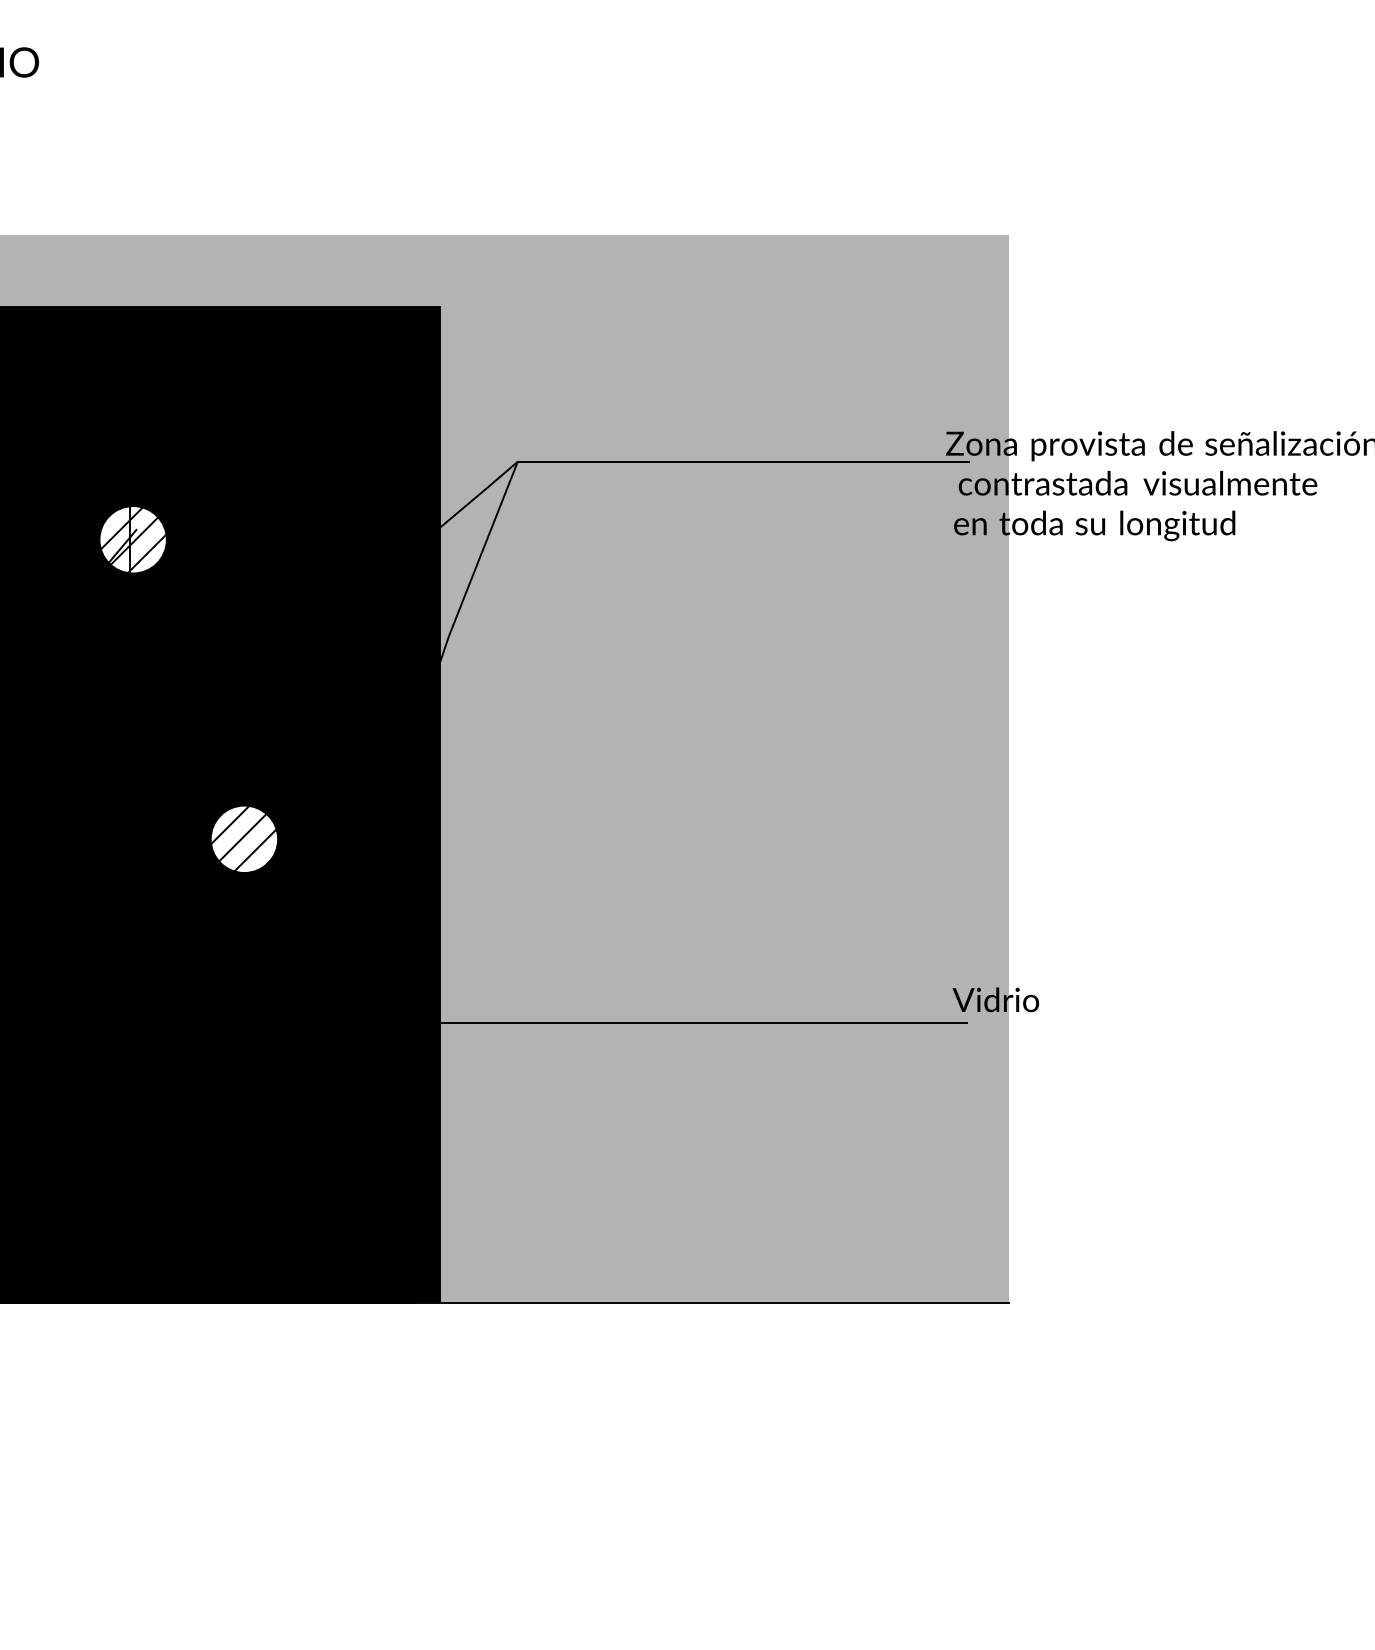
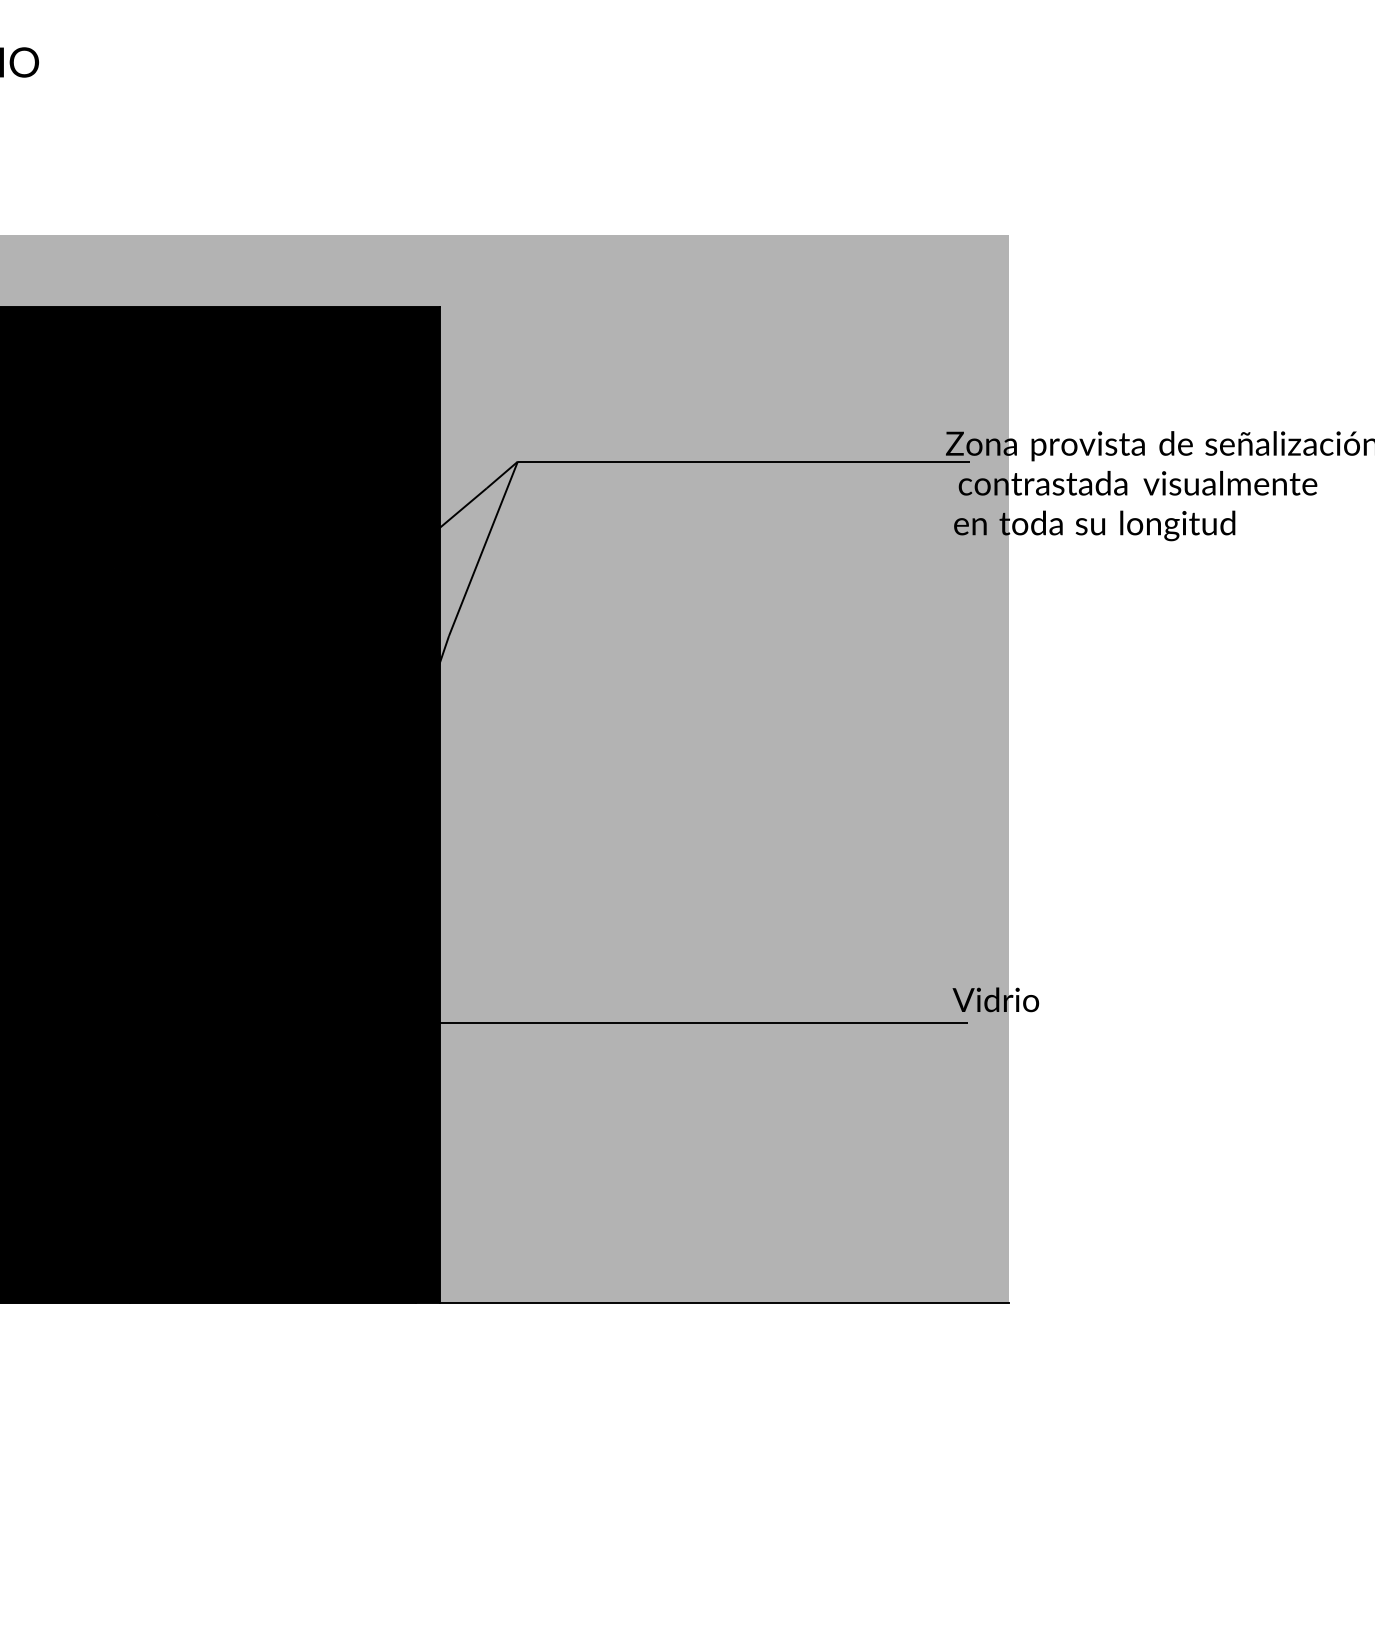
fill at (132, 539): none -> present
fill at (244, 839): none -> present
